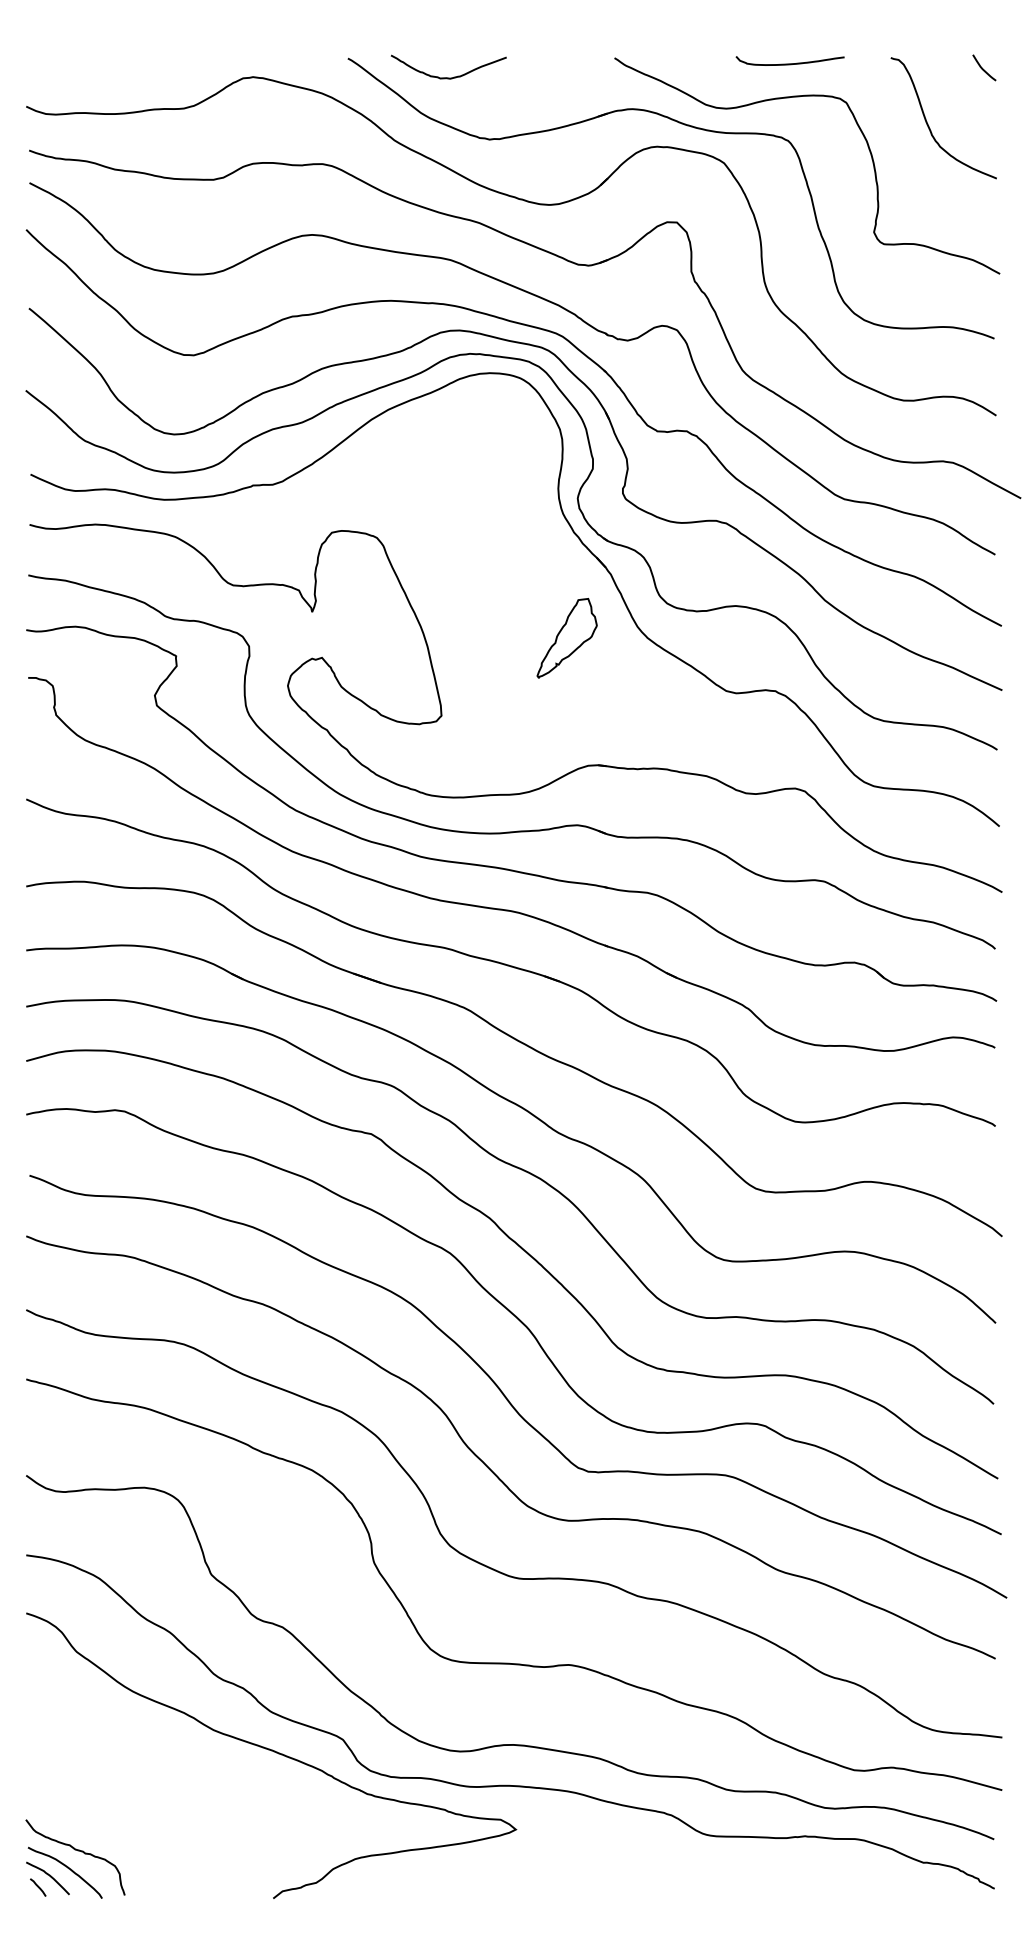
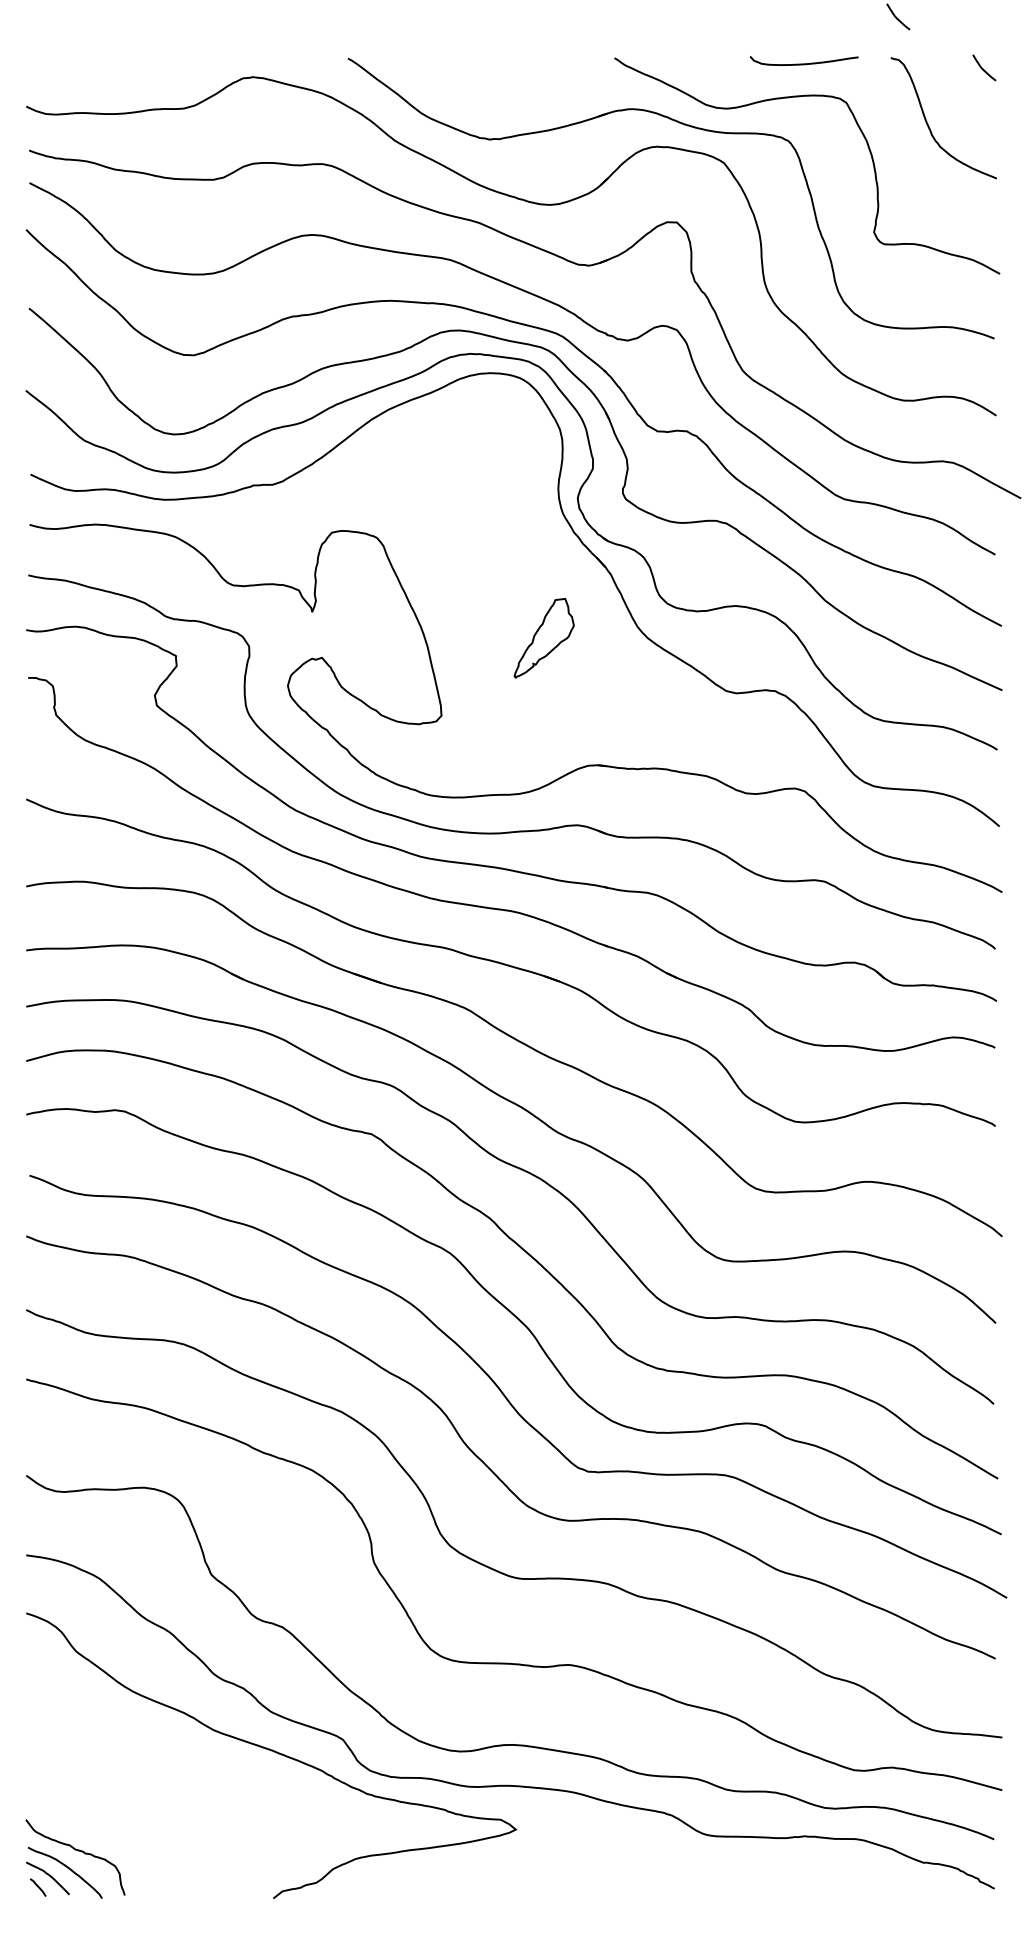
curve at (897, 17): none -> present
curve at (789, 63) position: (789, 63) -> (803, 63)
curve at (448, 77): present -> none
part at (566, 638) position: (566, 638) -> (543, 638)
